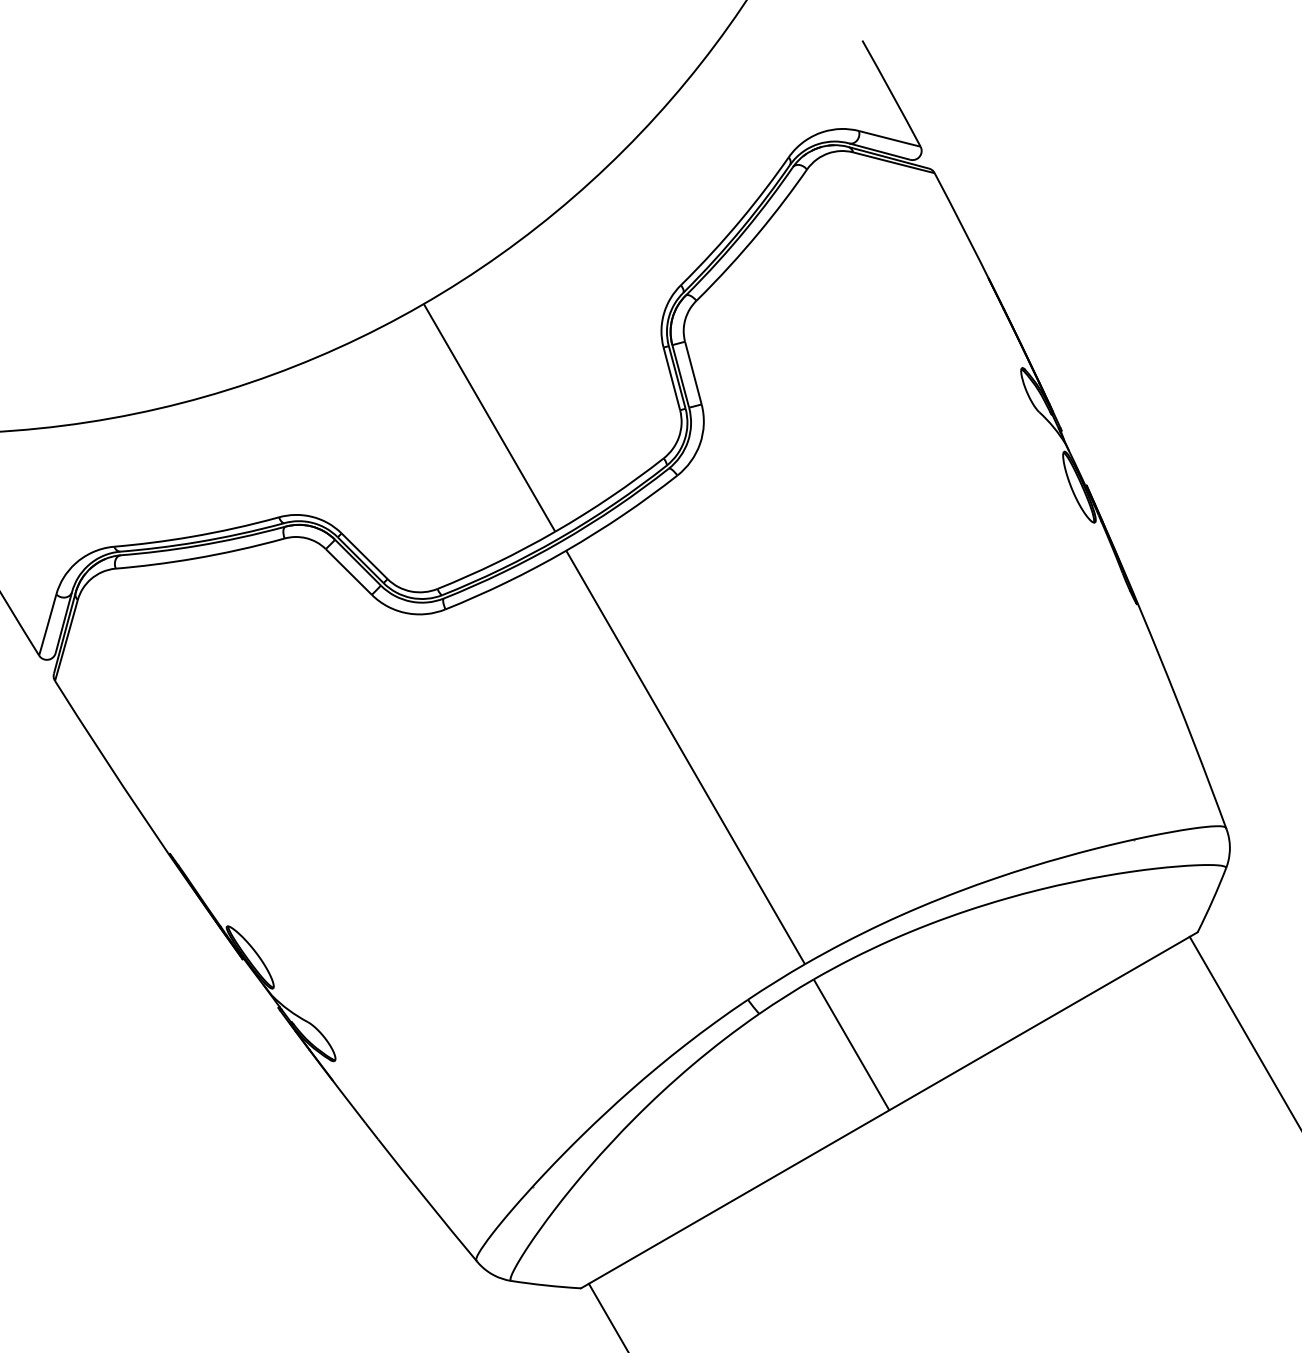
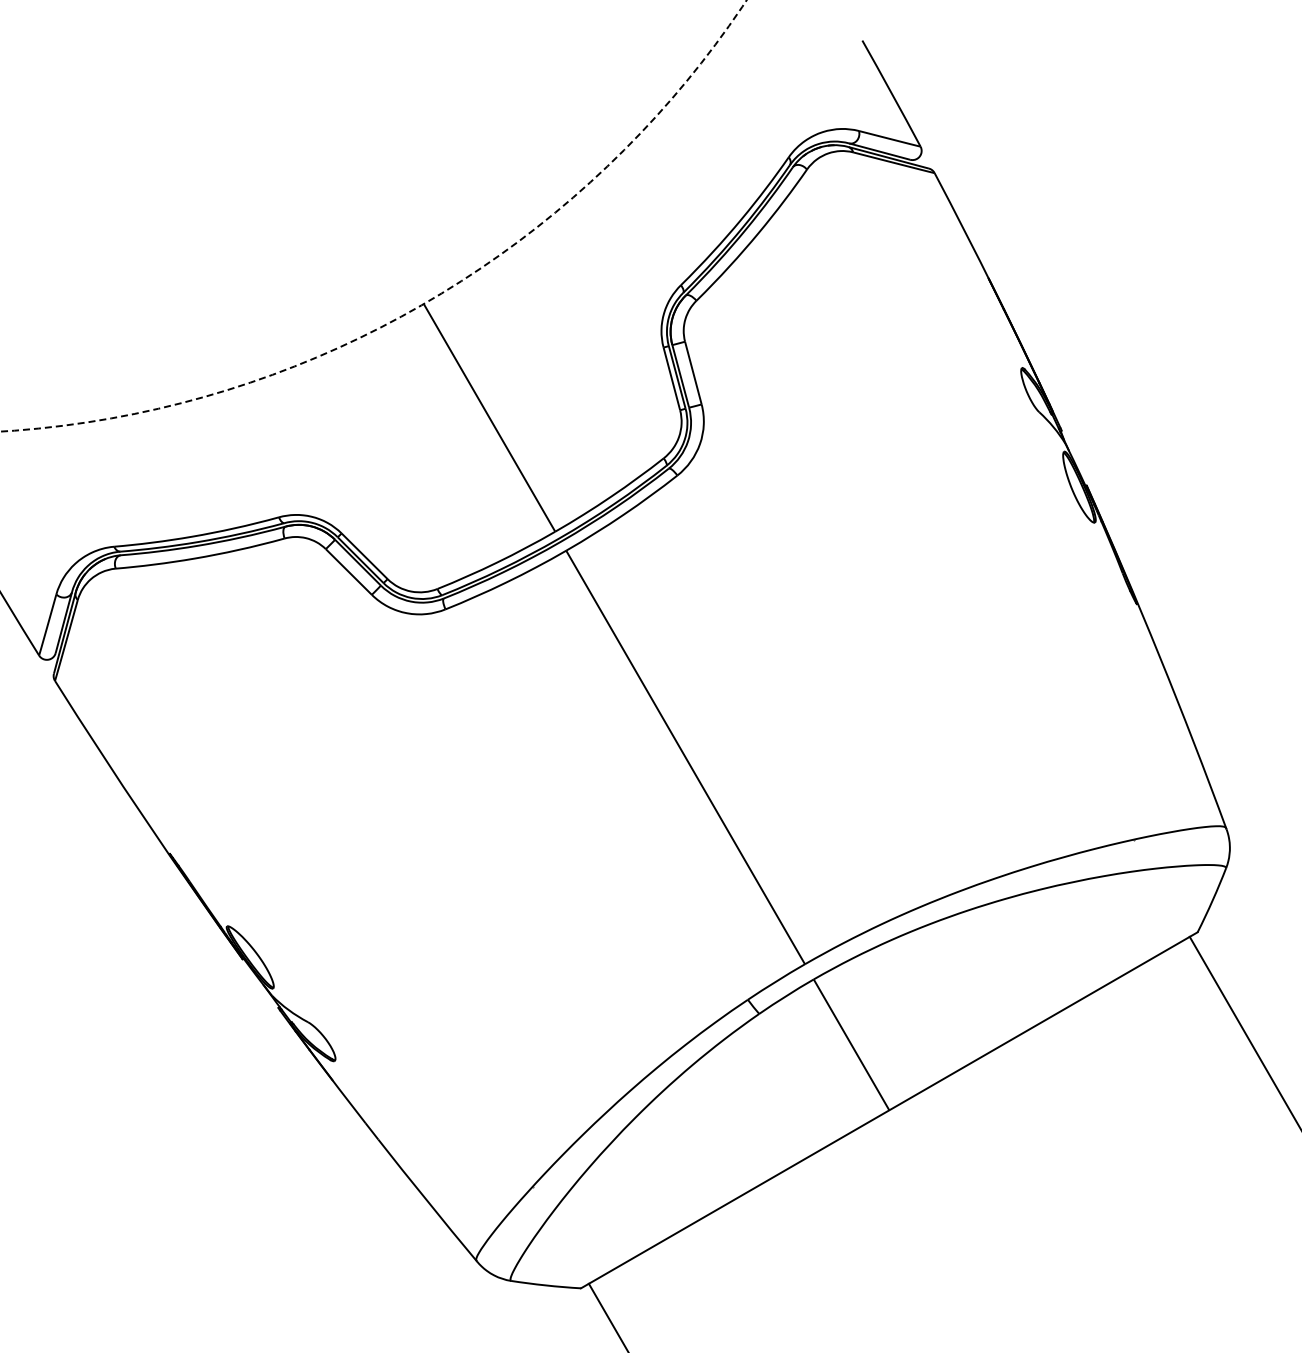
circle at (373, 215): solid -> dashed
